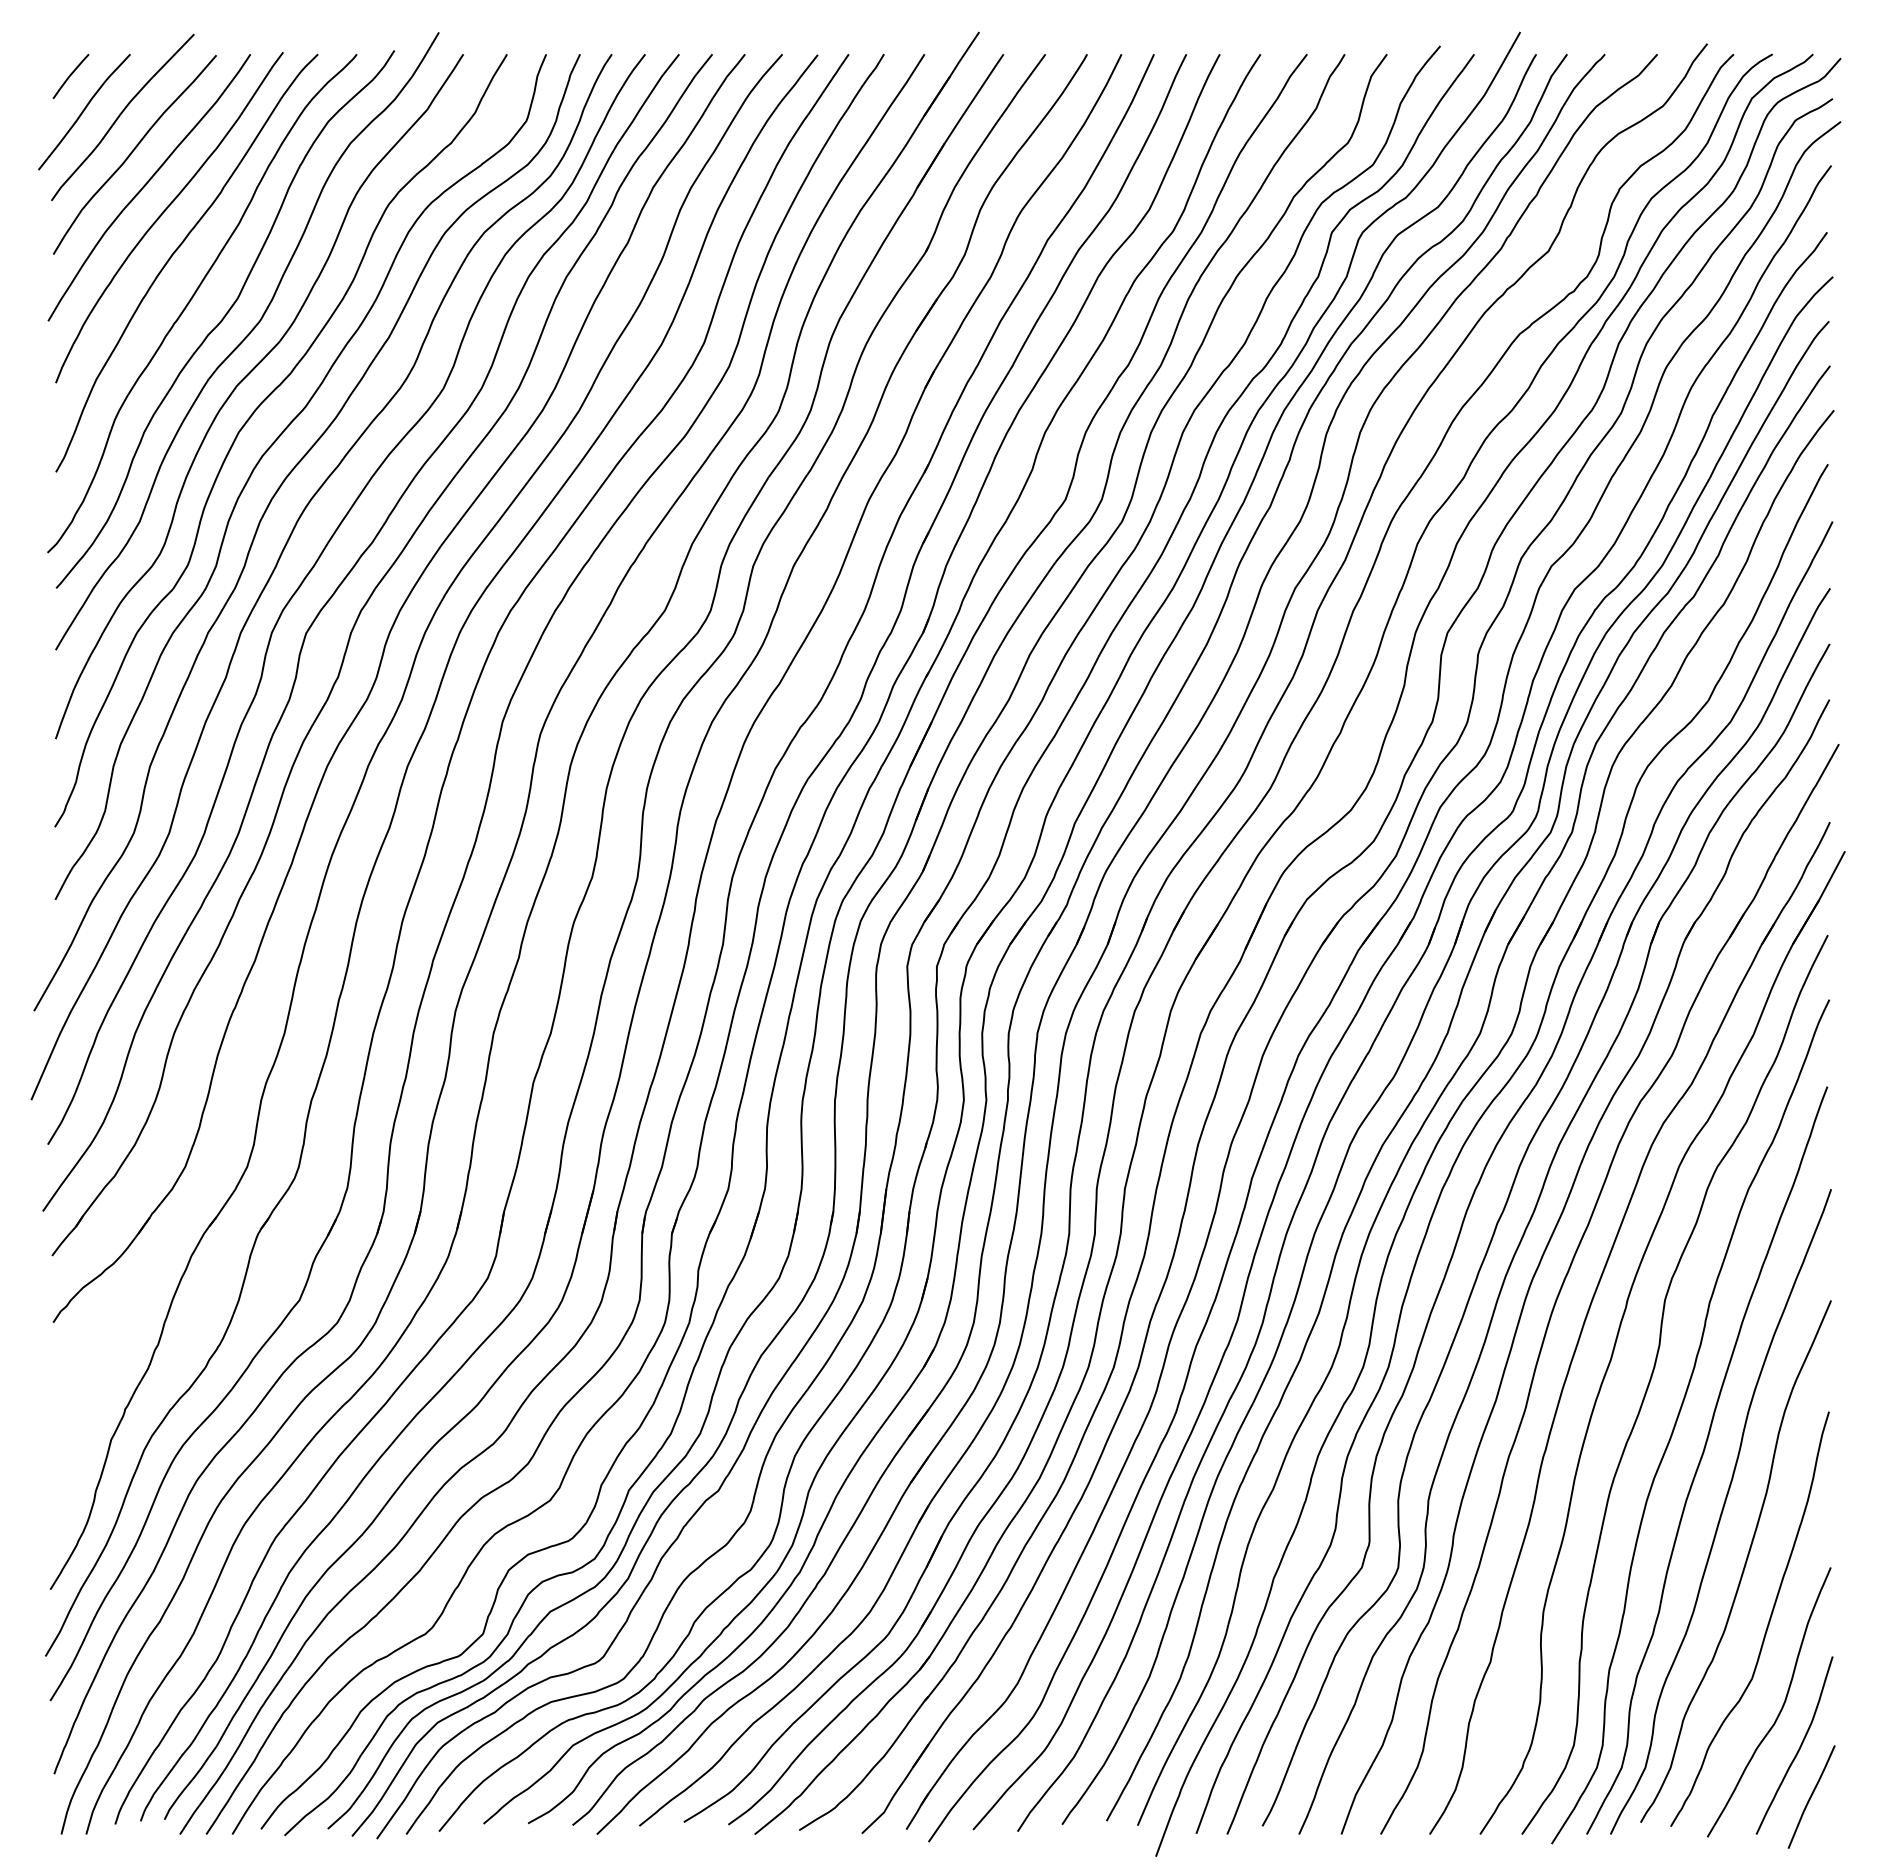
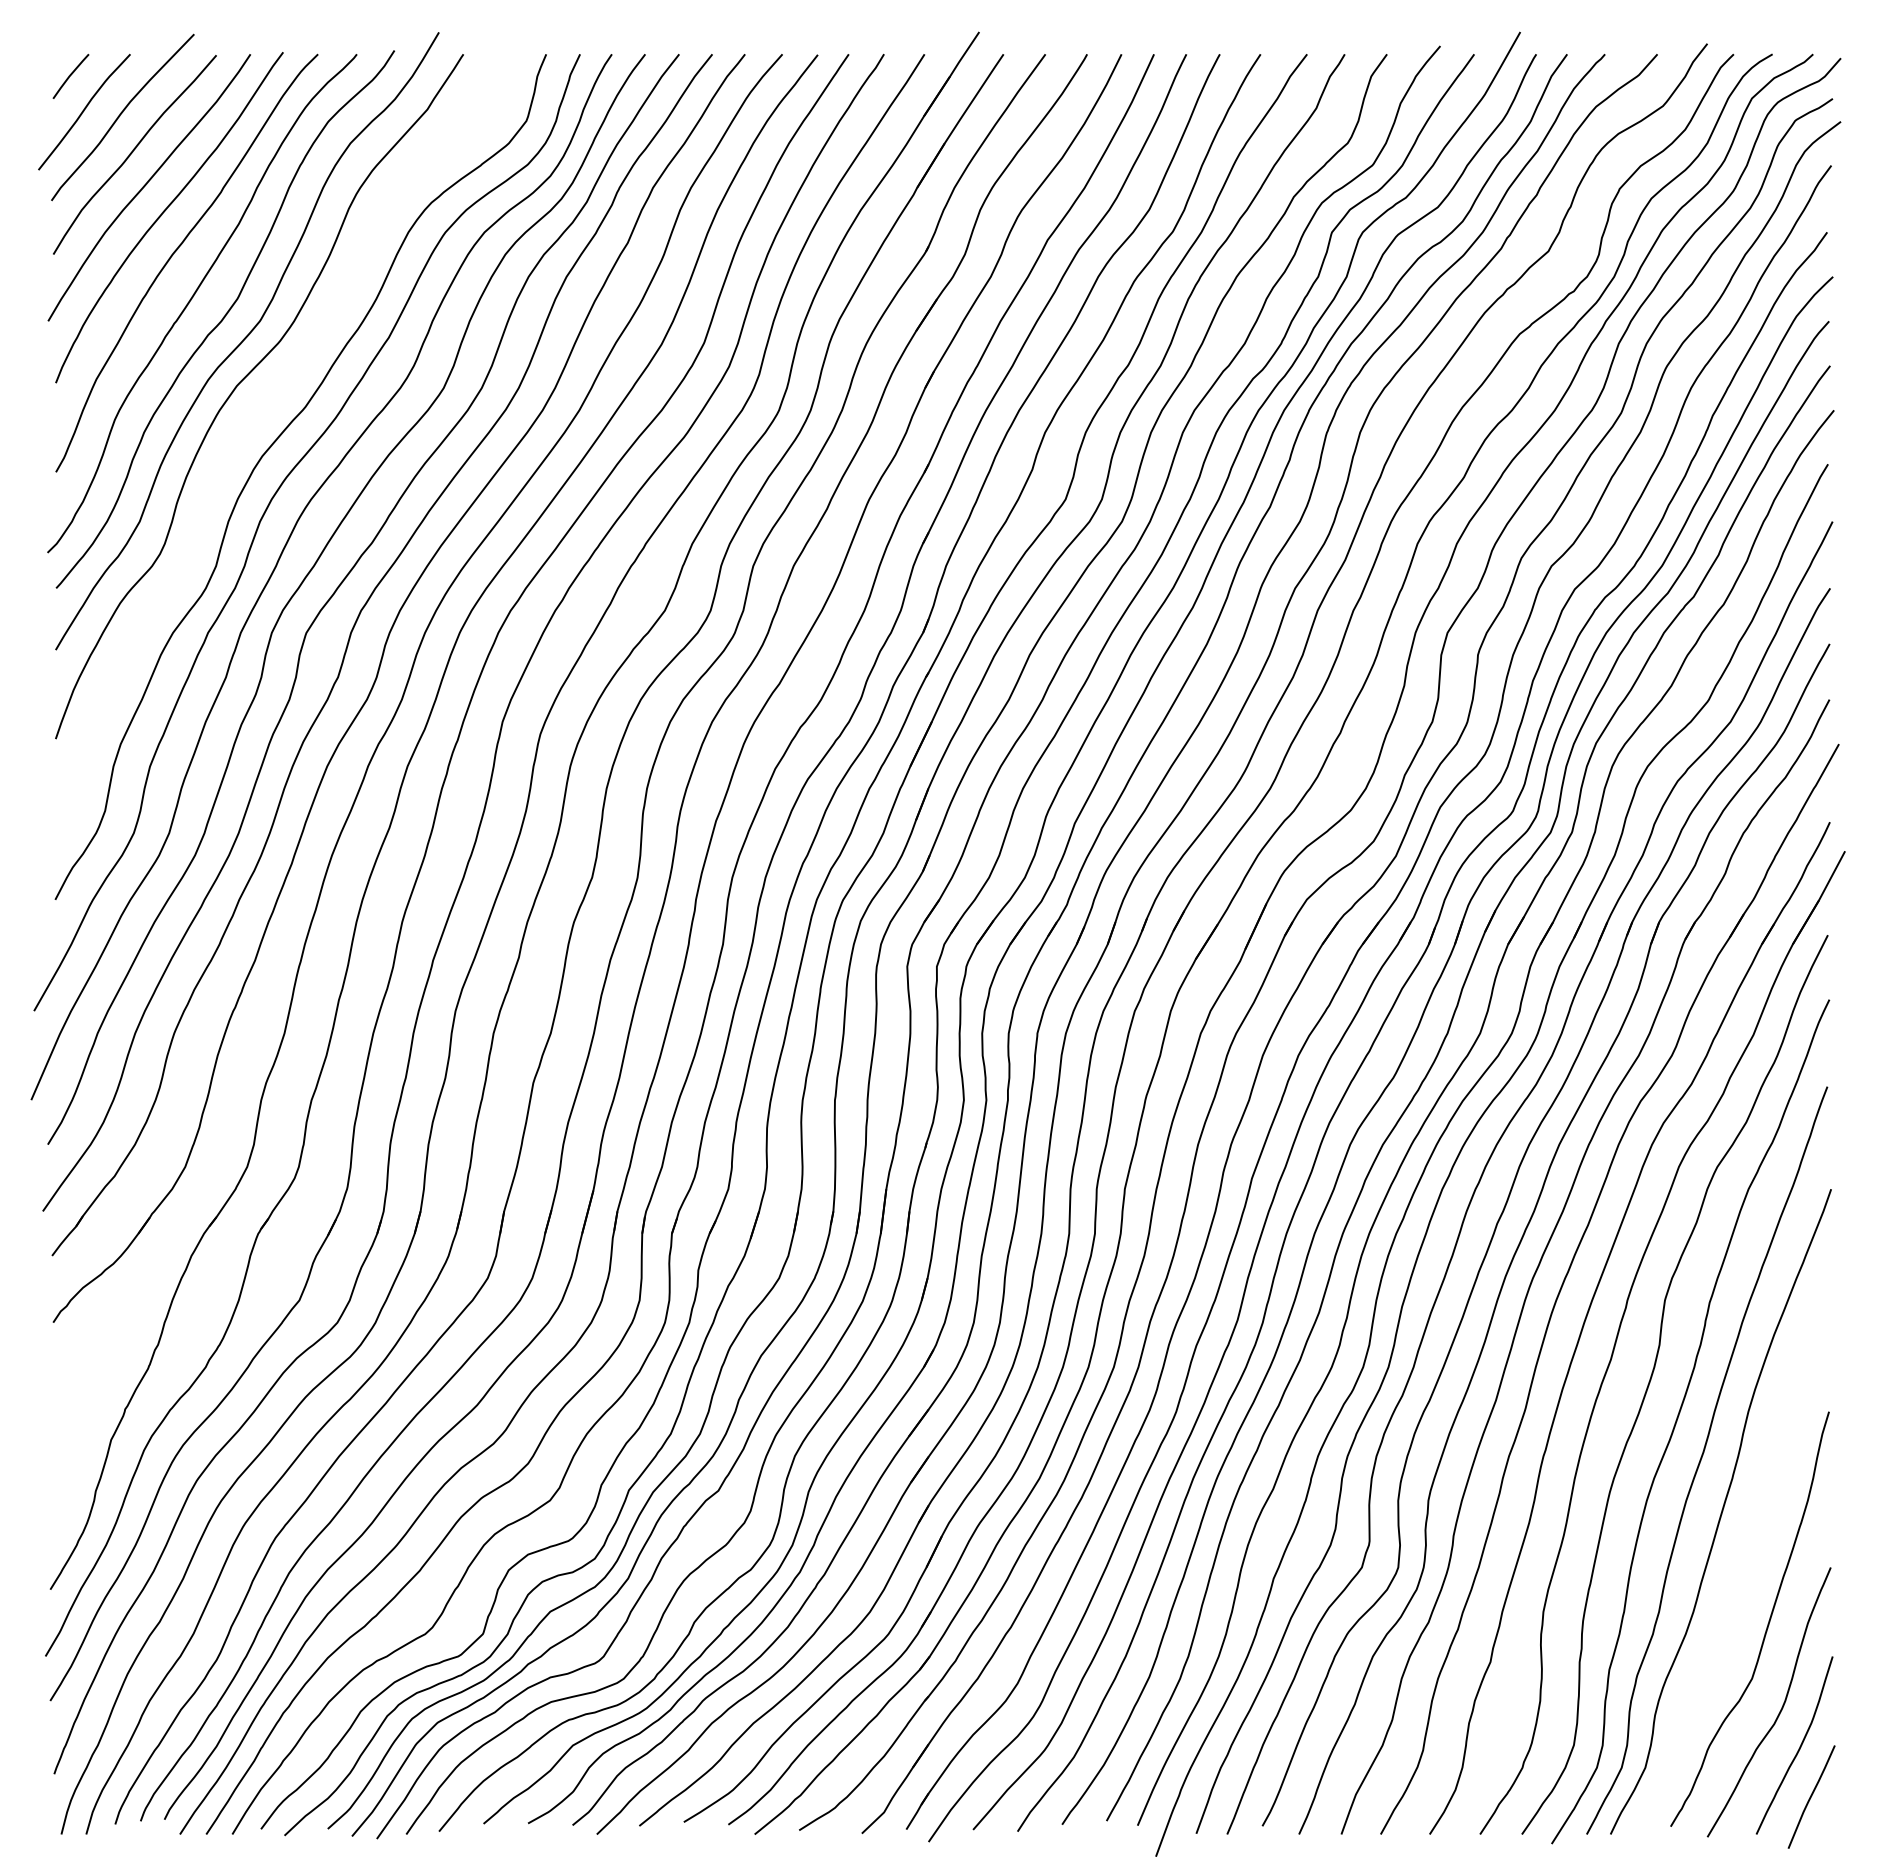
curve at (251, 417): present -> none
curve at (1744, 1563): present -> none
